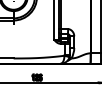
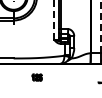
line at (53, 19): solid -> dashed
line at (101, 26): solid -> dashed
line at (50, 82): present -> none
